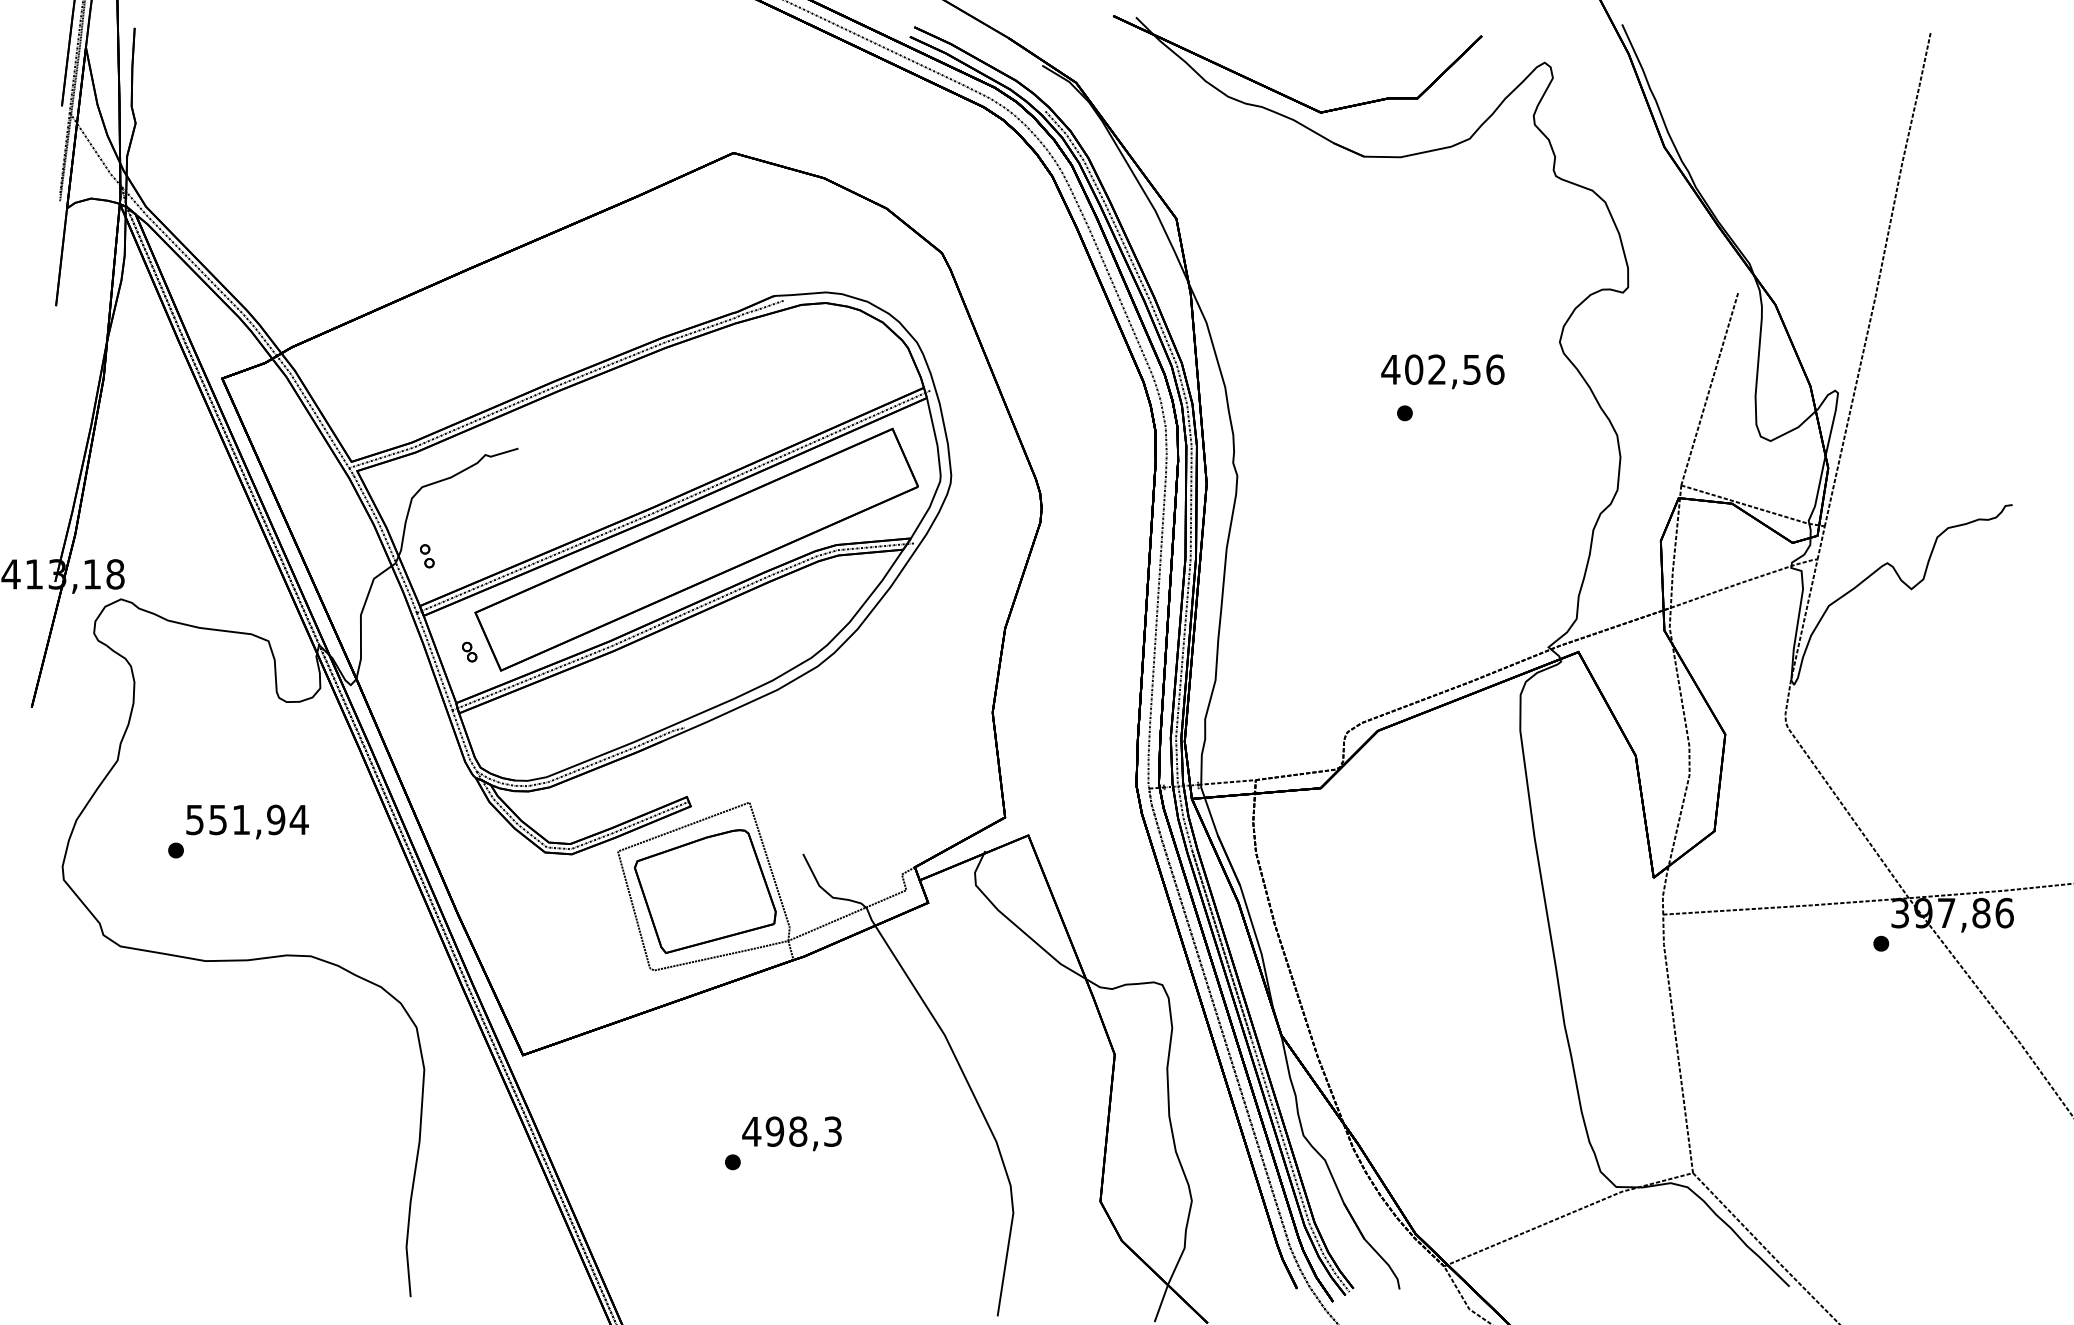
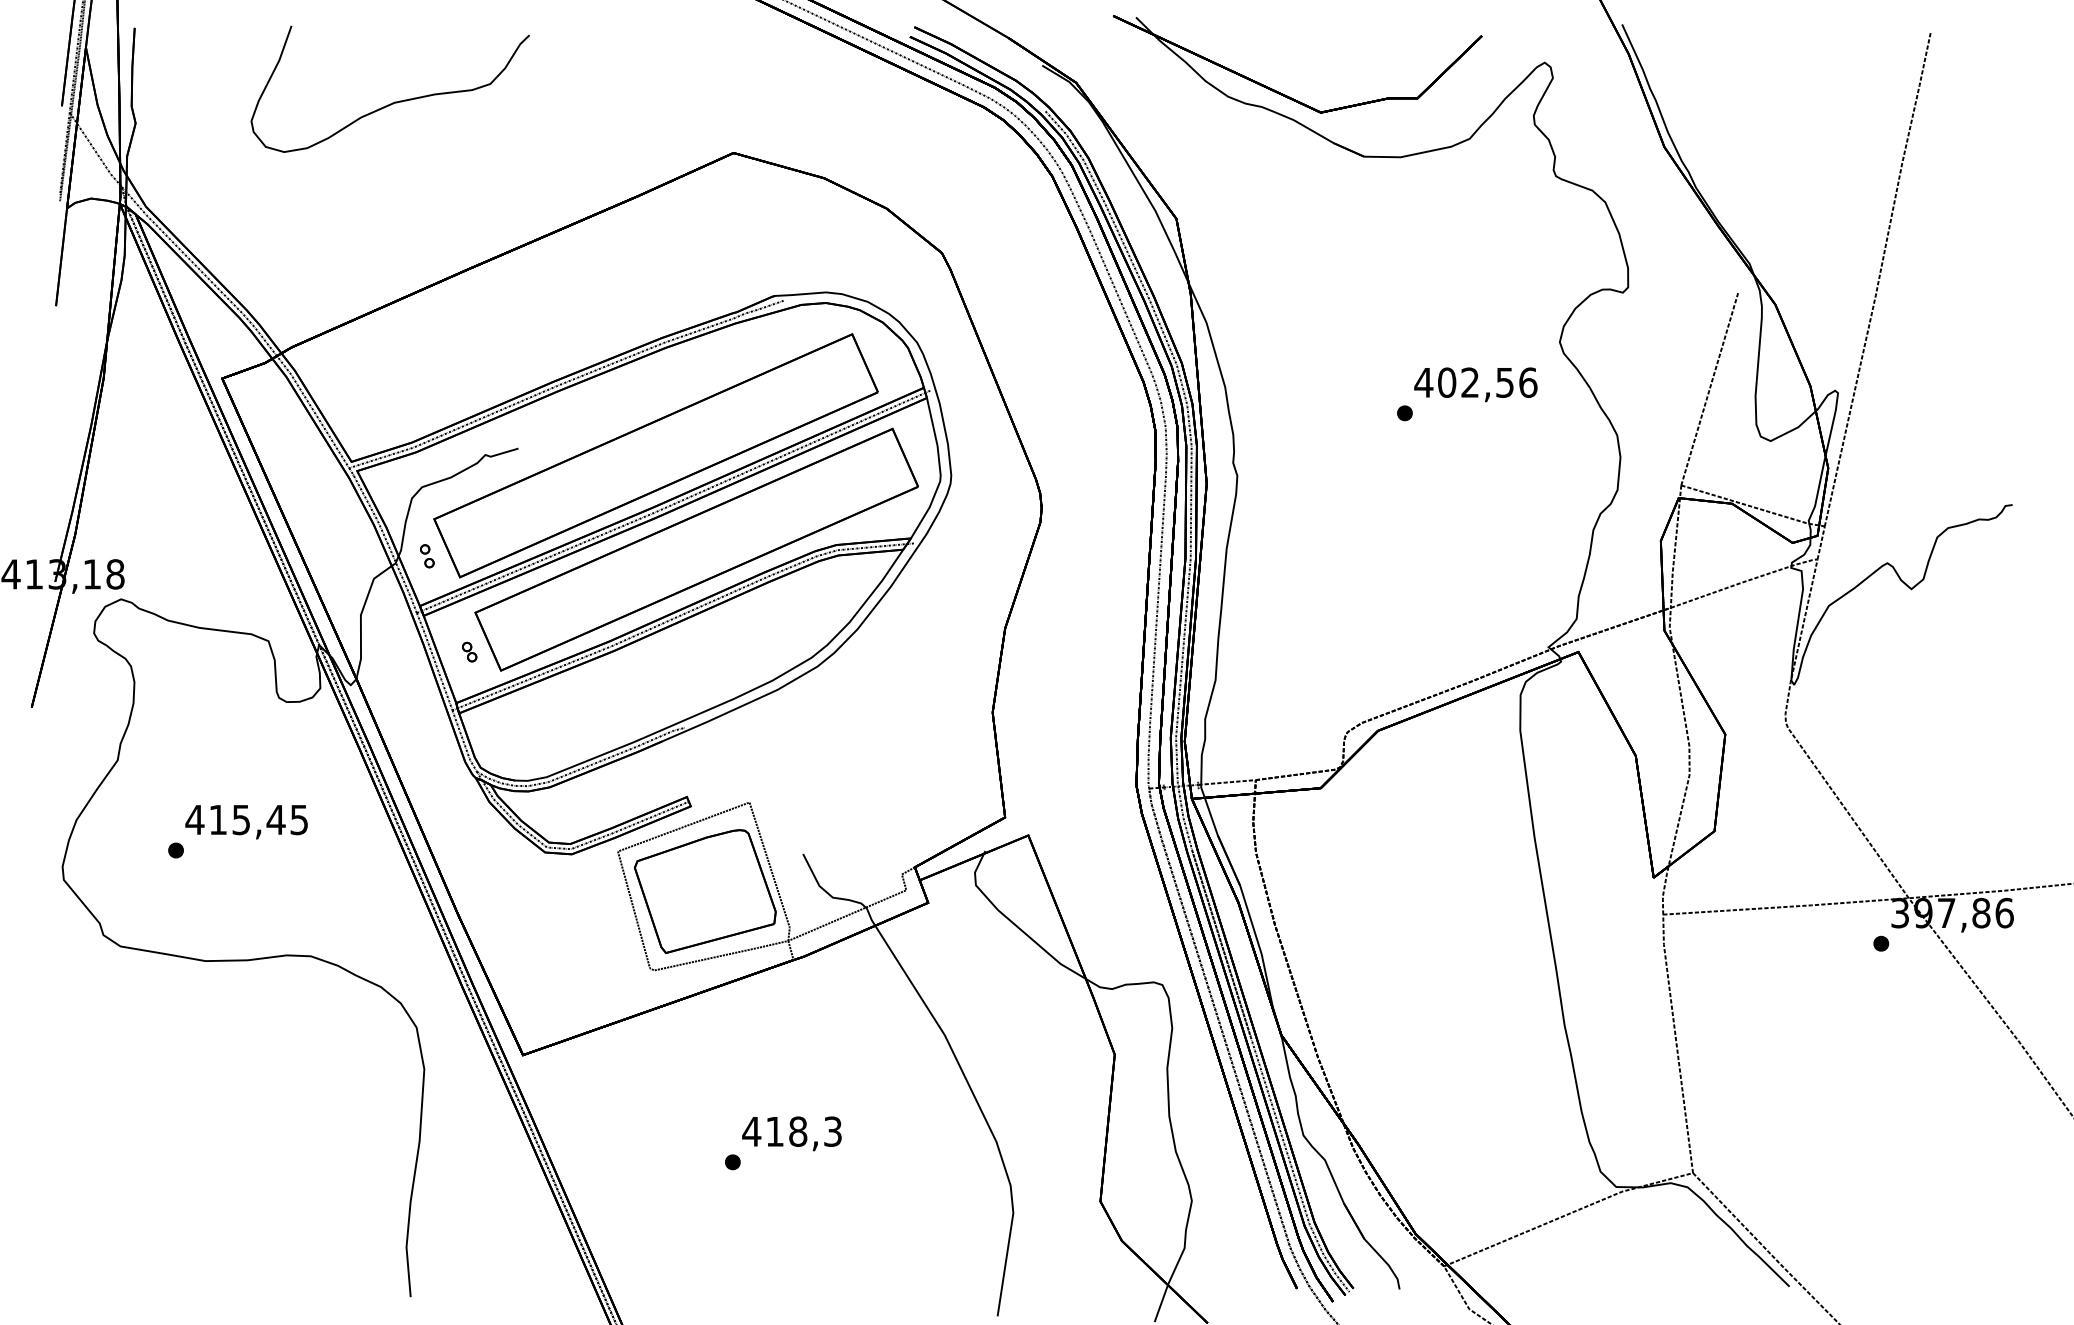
part at (394, 101): none -> present
text at (1442, 371) position: (1442, 371) -> (1475, 384)
part at (655, 455): none -> present
text at (246, 819): 551,94 -> 415,45
text at (774, 1131): 498,3 -> 418,3
